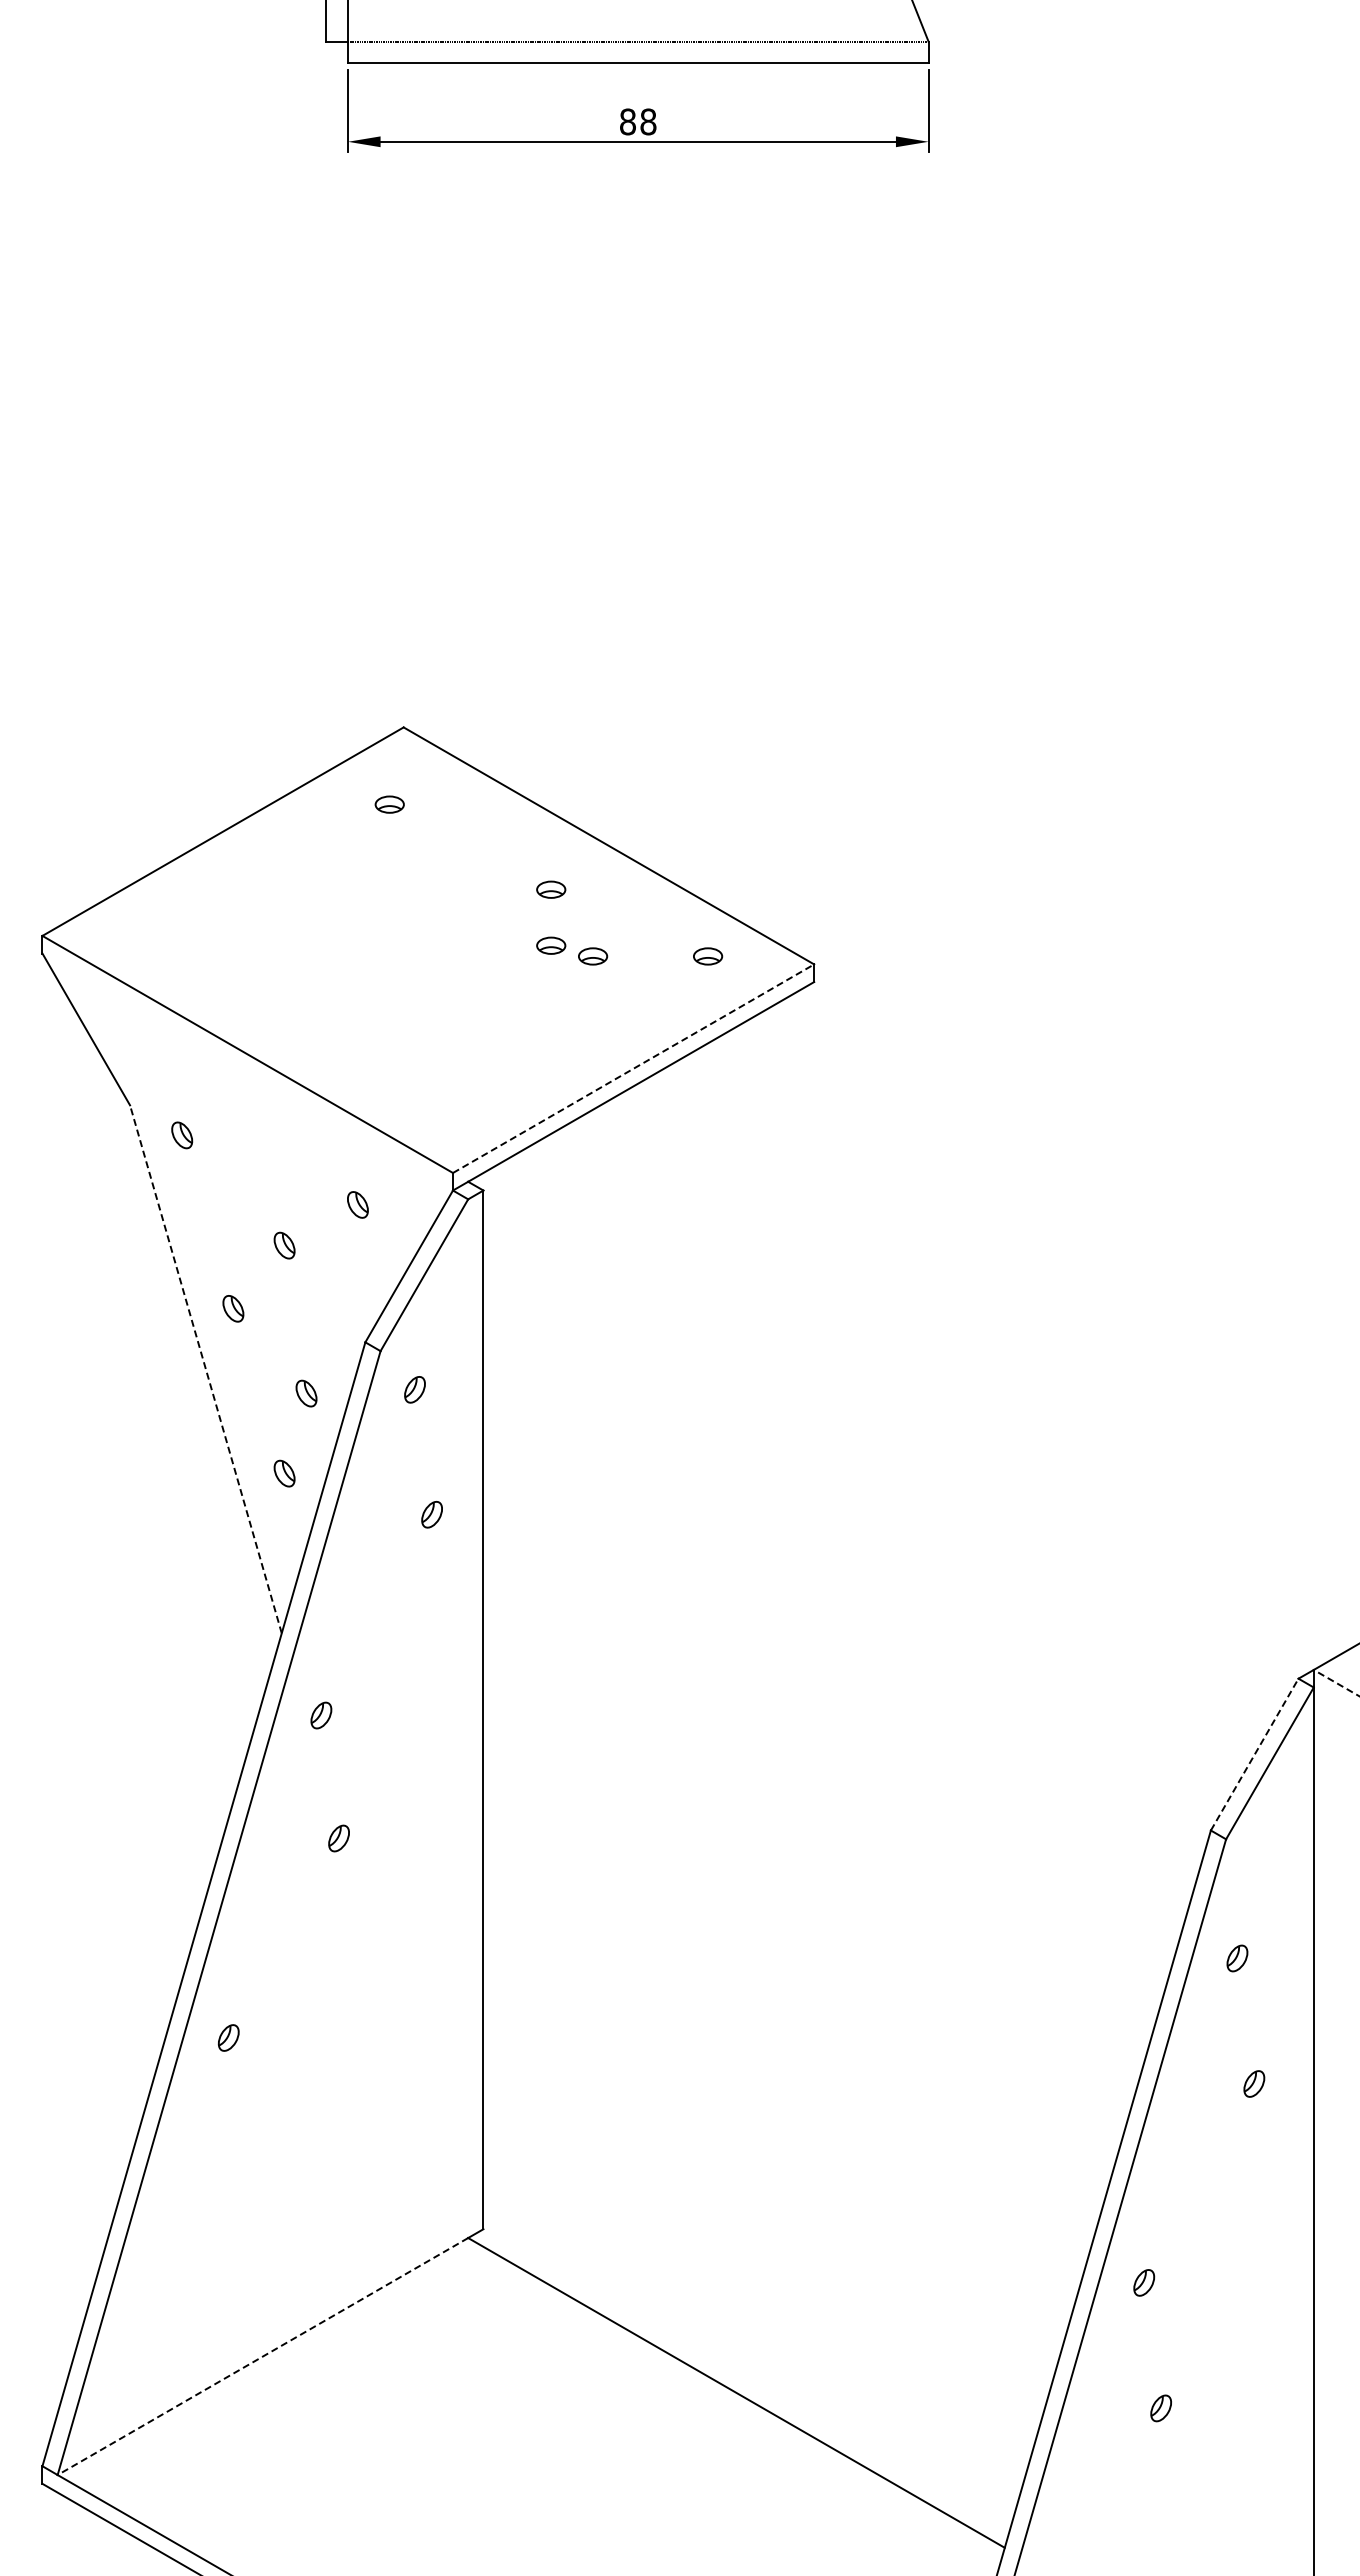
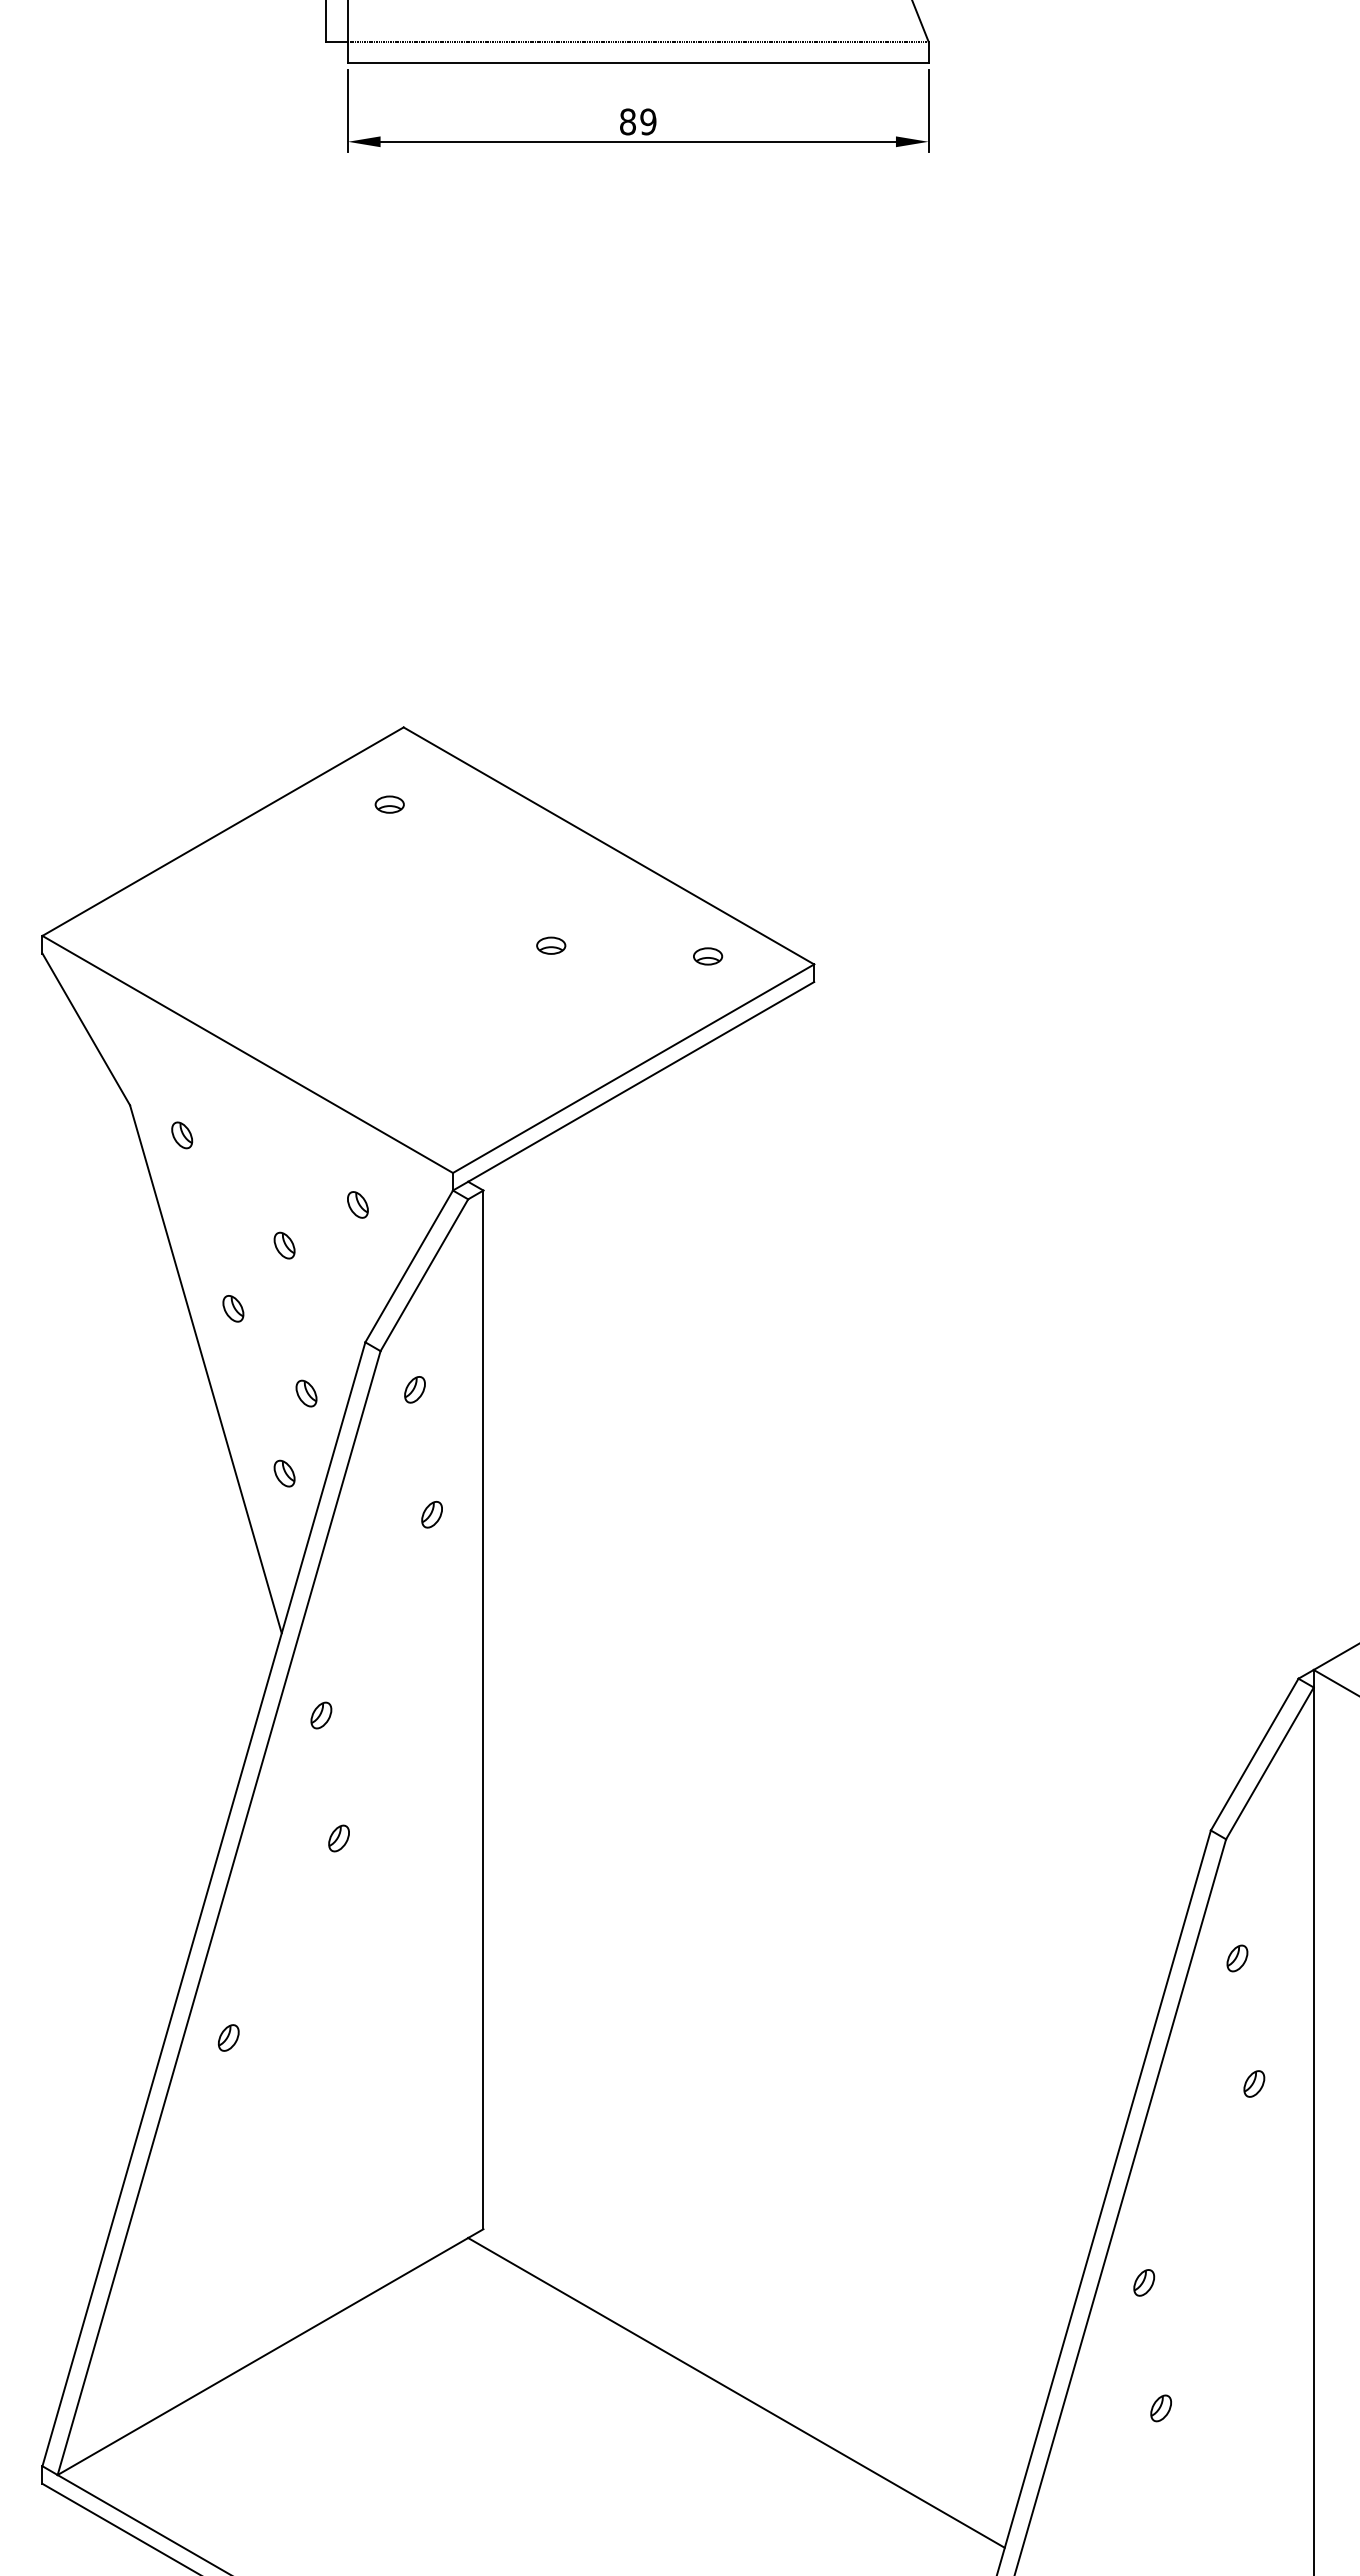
text at (648, 121): 88 -> 89
part at (551, 889): present -> none
part at (593, 956): present -> none
line at (633, 1068): dashed -> solid
line at (205, 1369): dashed -> solid
line at (1336, 1682): dashed -> solid
line at (1254, 1754): dashed -> solid
line at (262, 2356): dashed -> solid
